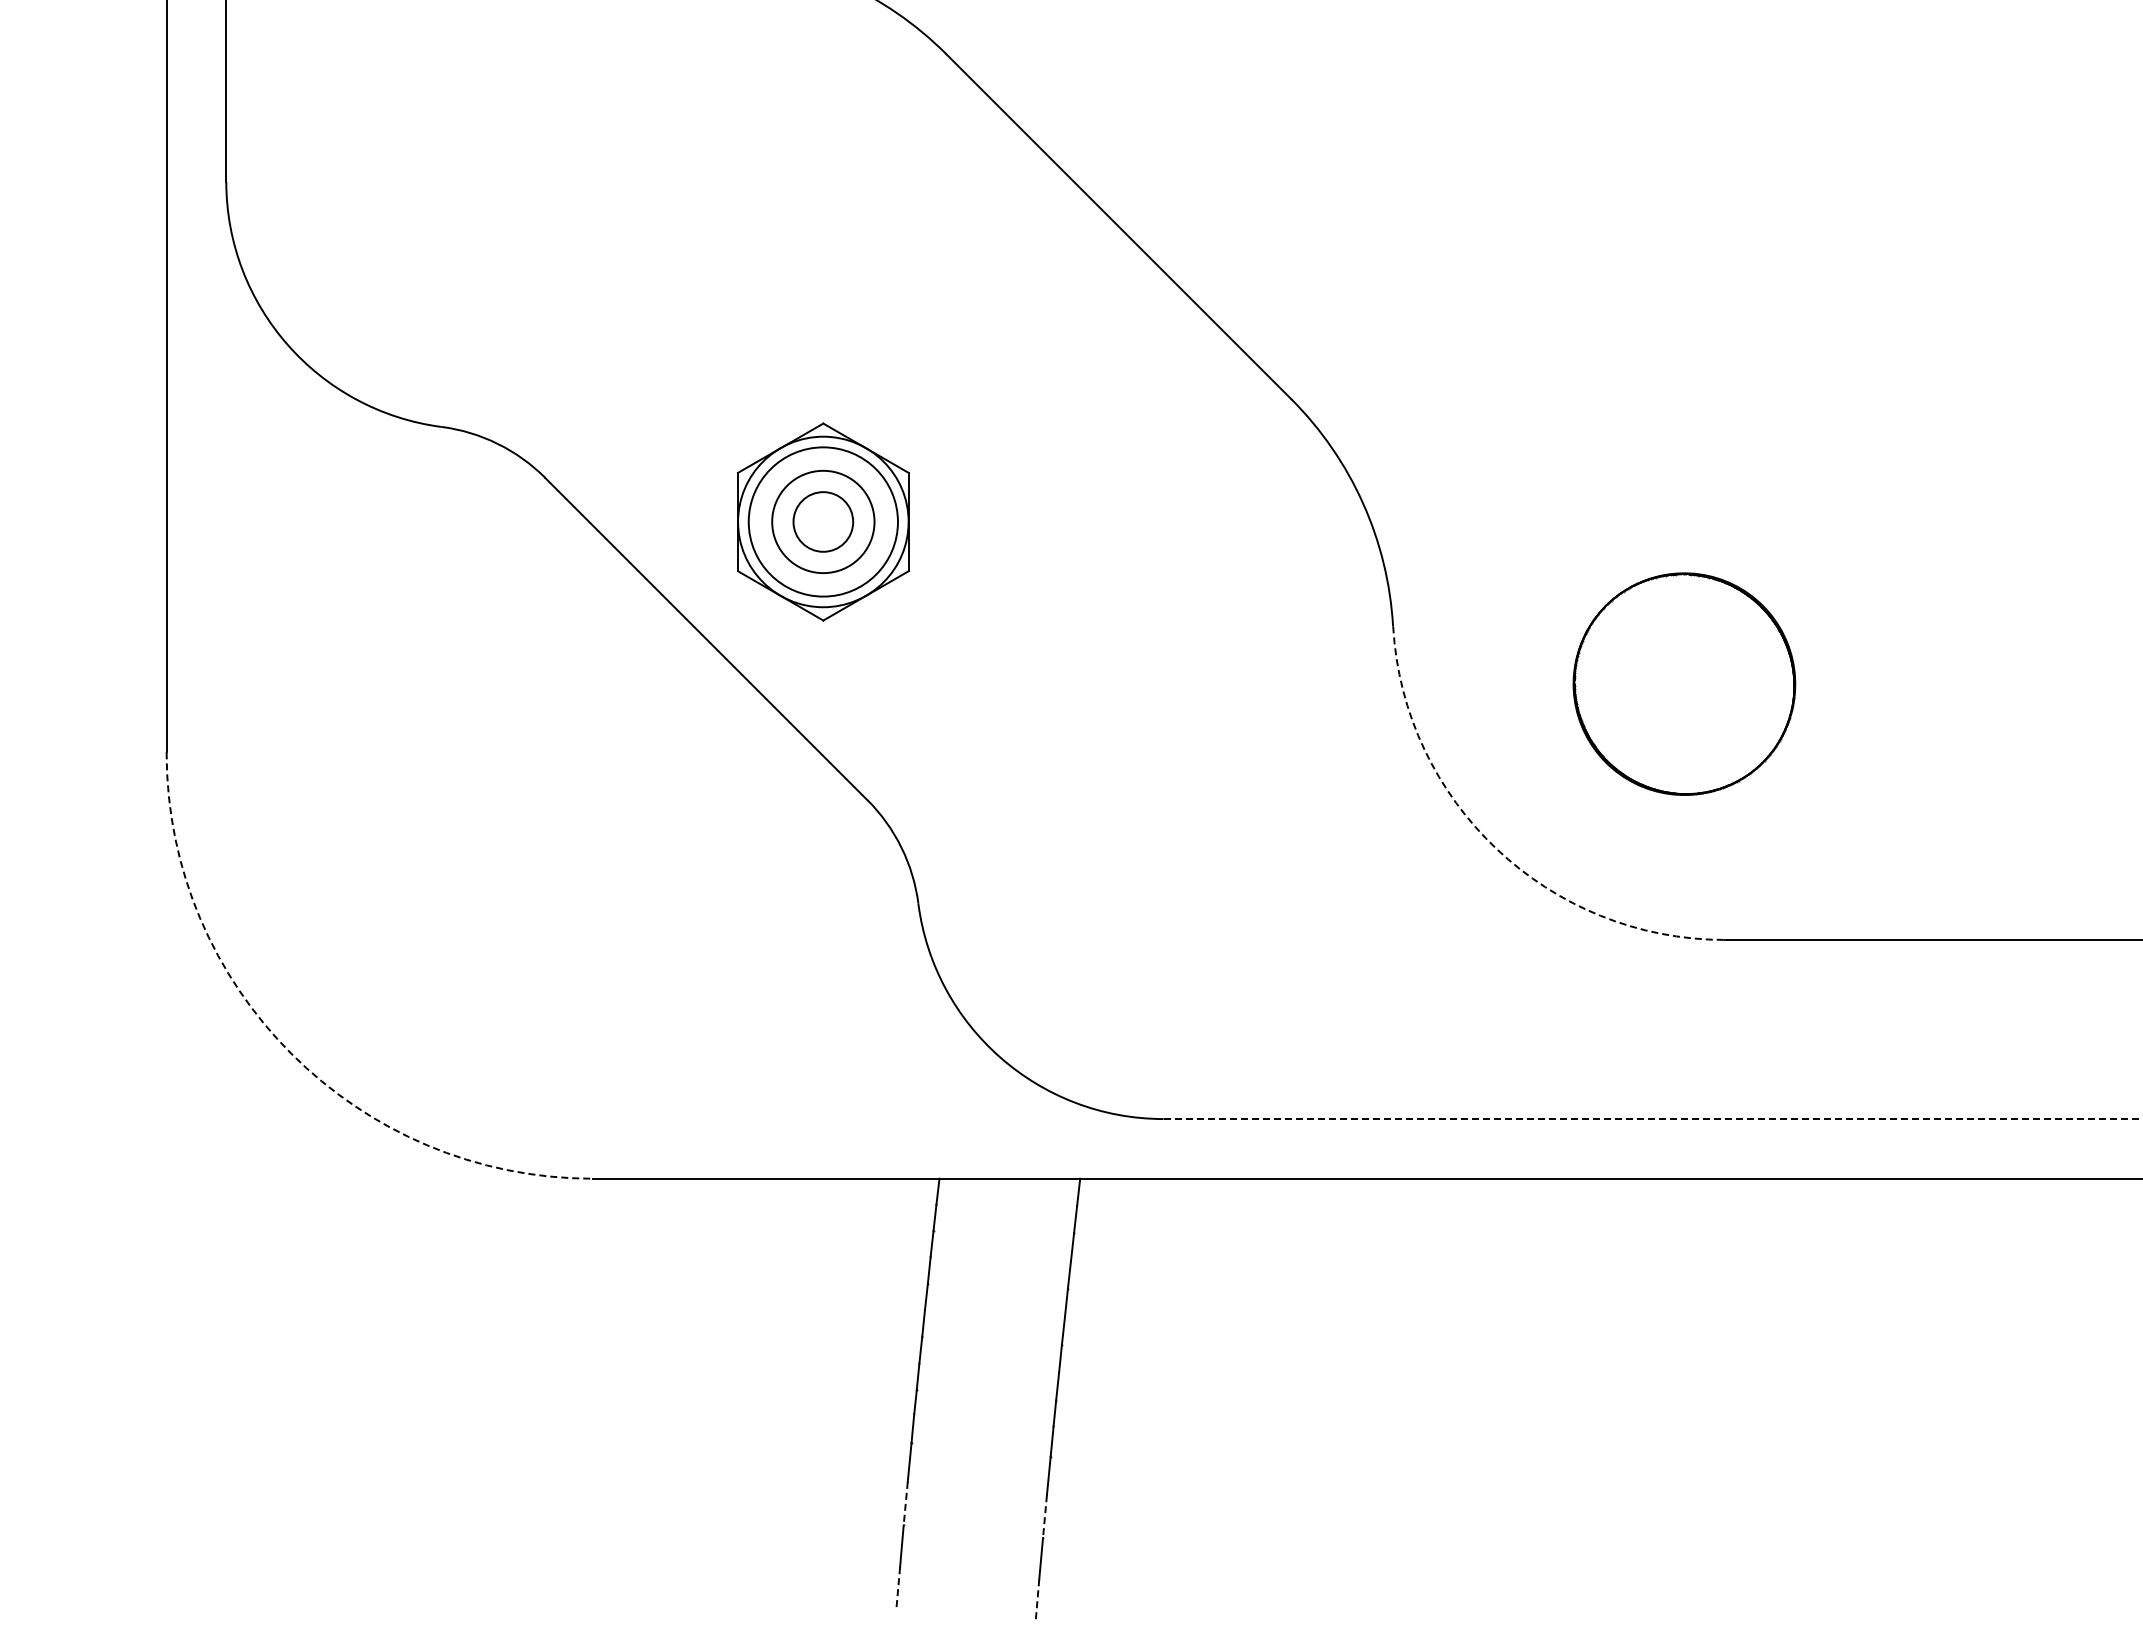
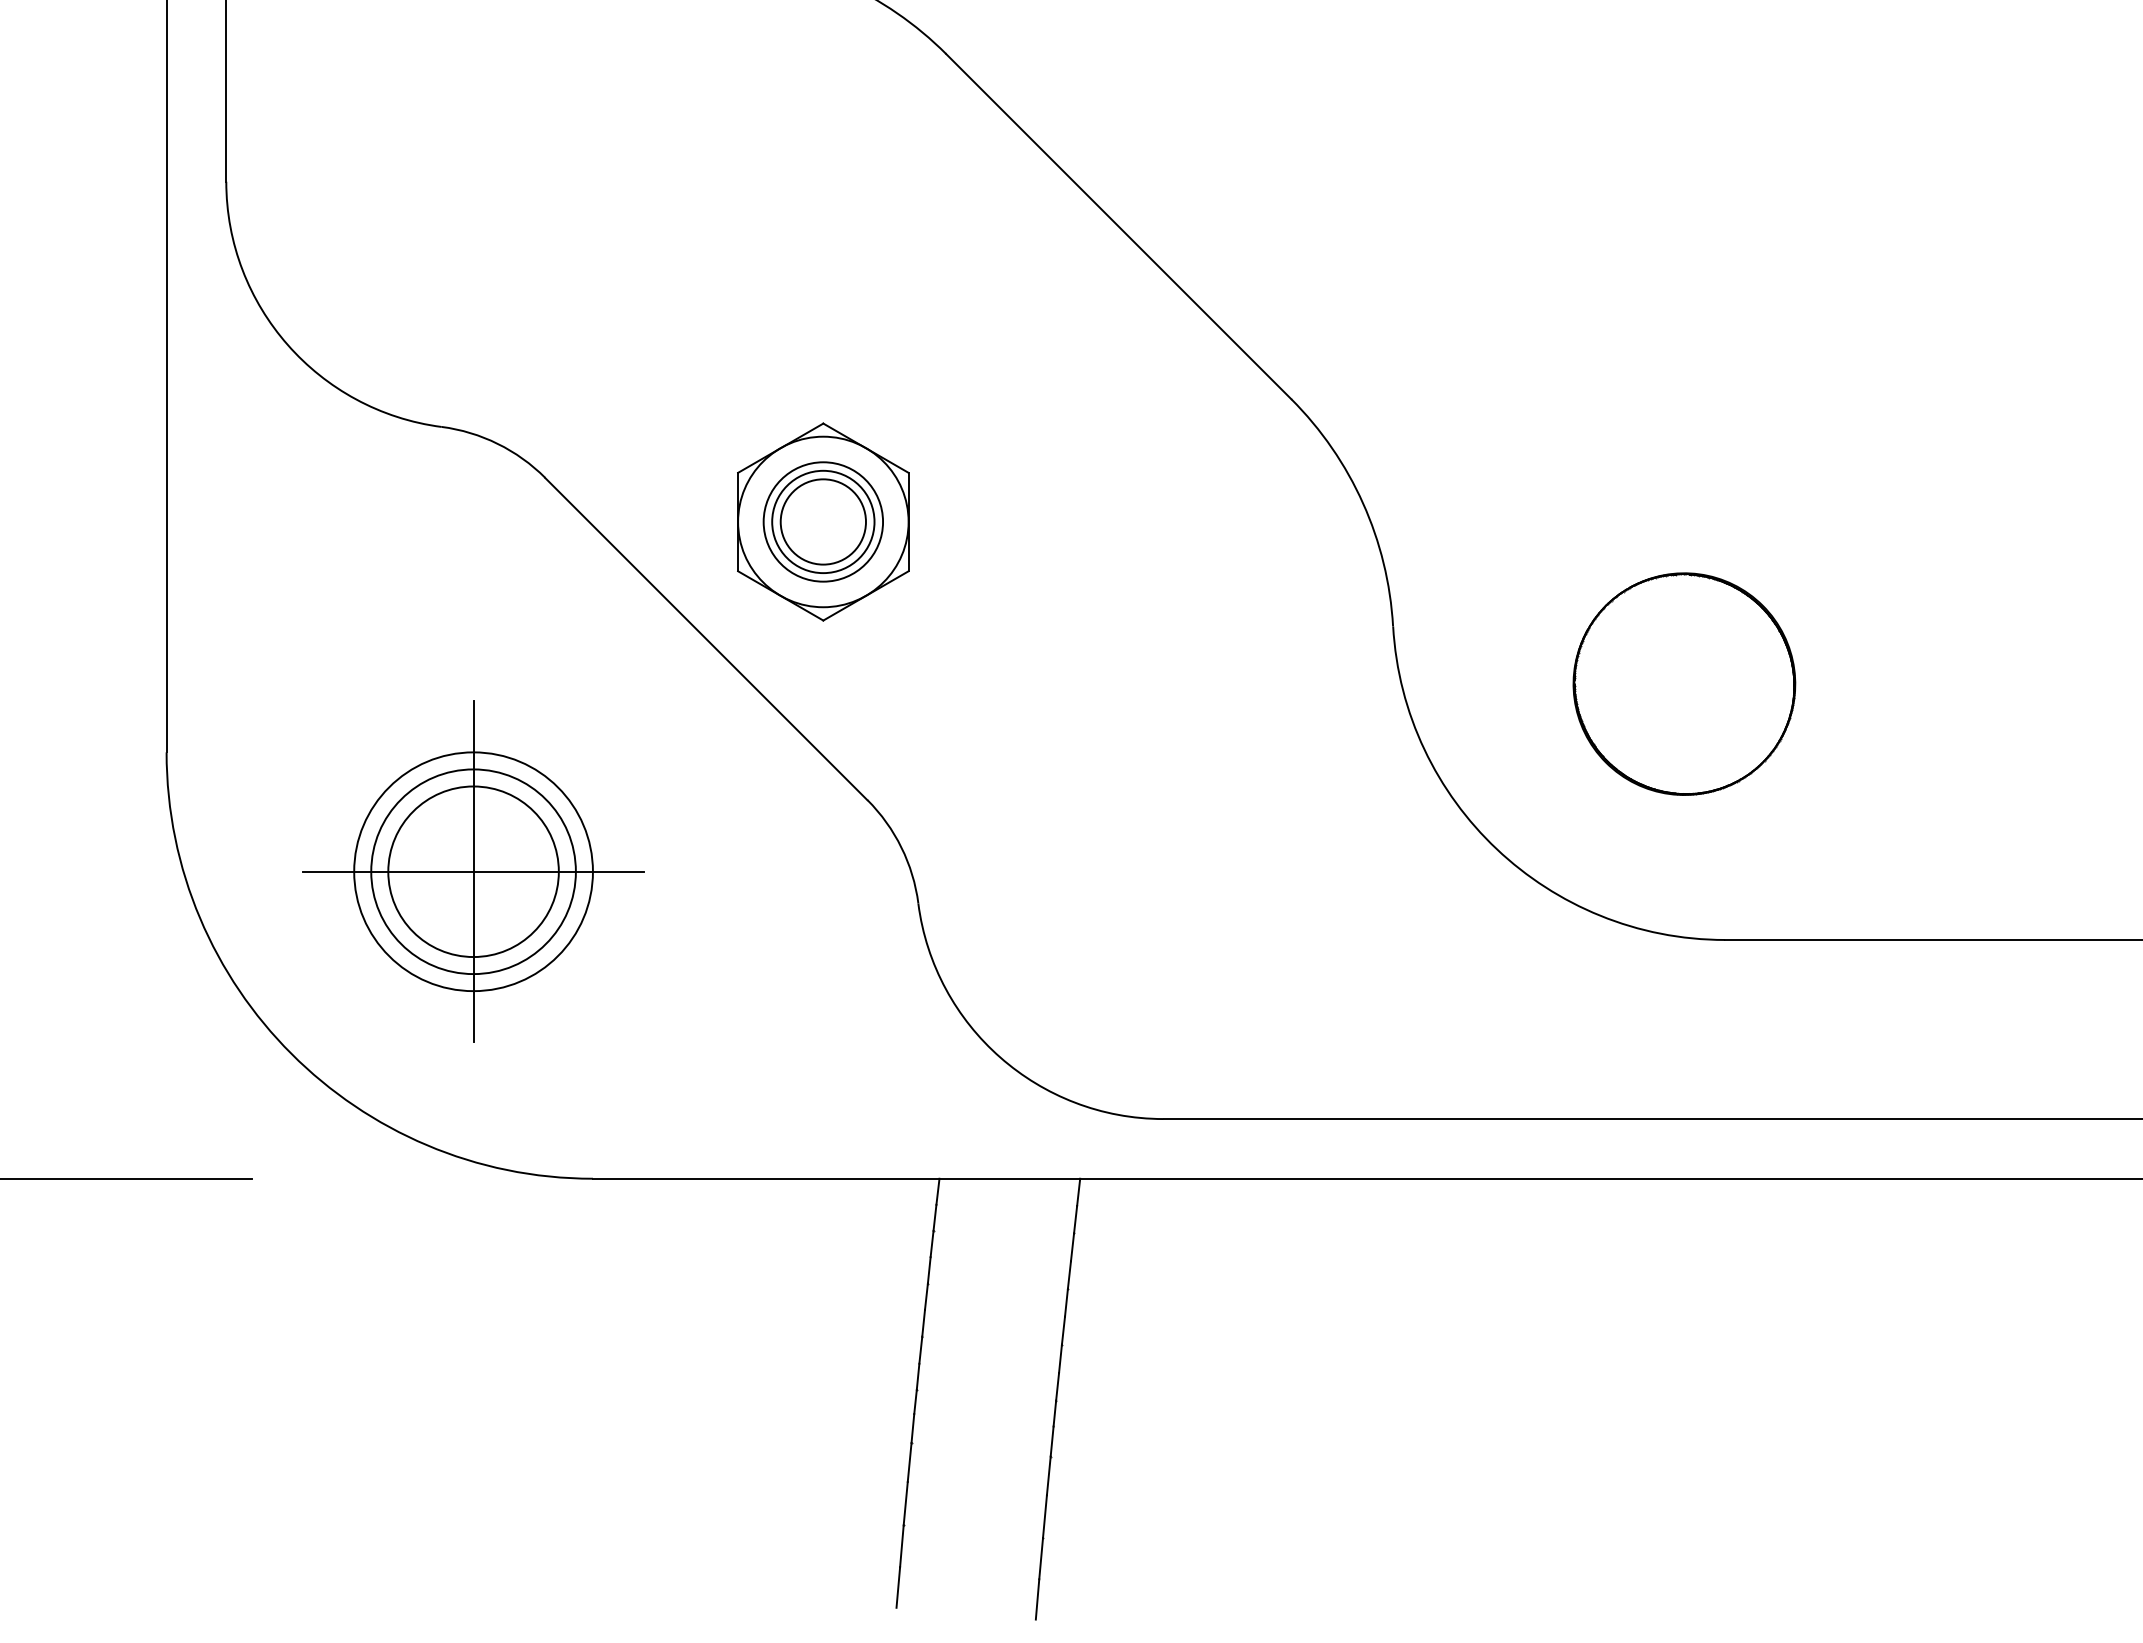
circle at (822, 521) diameter: 149 px -> 119 px
circle at (823, 521) diameter: 60 px -> 85 px
arc at (1496, 849): dashed -> solid
part at (473, 871): none -> present
arc at (291, 1053): dashed -> solid
line at (1653, 1119): dashed -> solid
line at (126, 1178): none -> present
line at (905, 1503): dashed -> solid
line at (1044, 1517): dashed -> solid
line at (898, 1588): dashed -> solid
line at (1037, 1599): dashed -> solid
